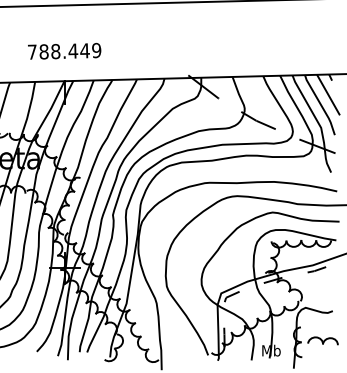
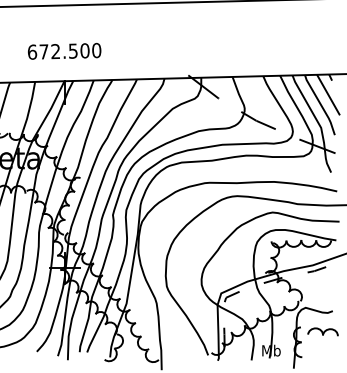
text at (64, 51): 788.449 -> 672.500
part at (322, 340) position: (322, 340) -> (322, 331)
